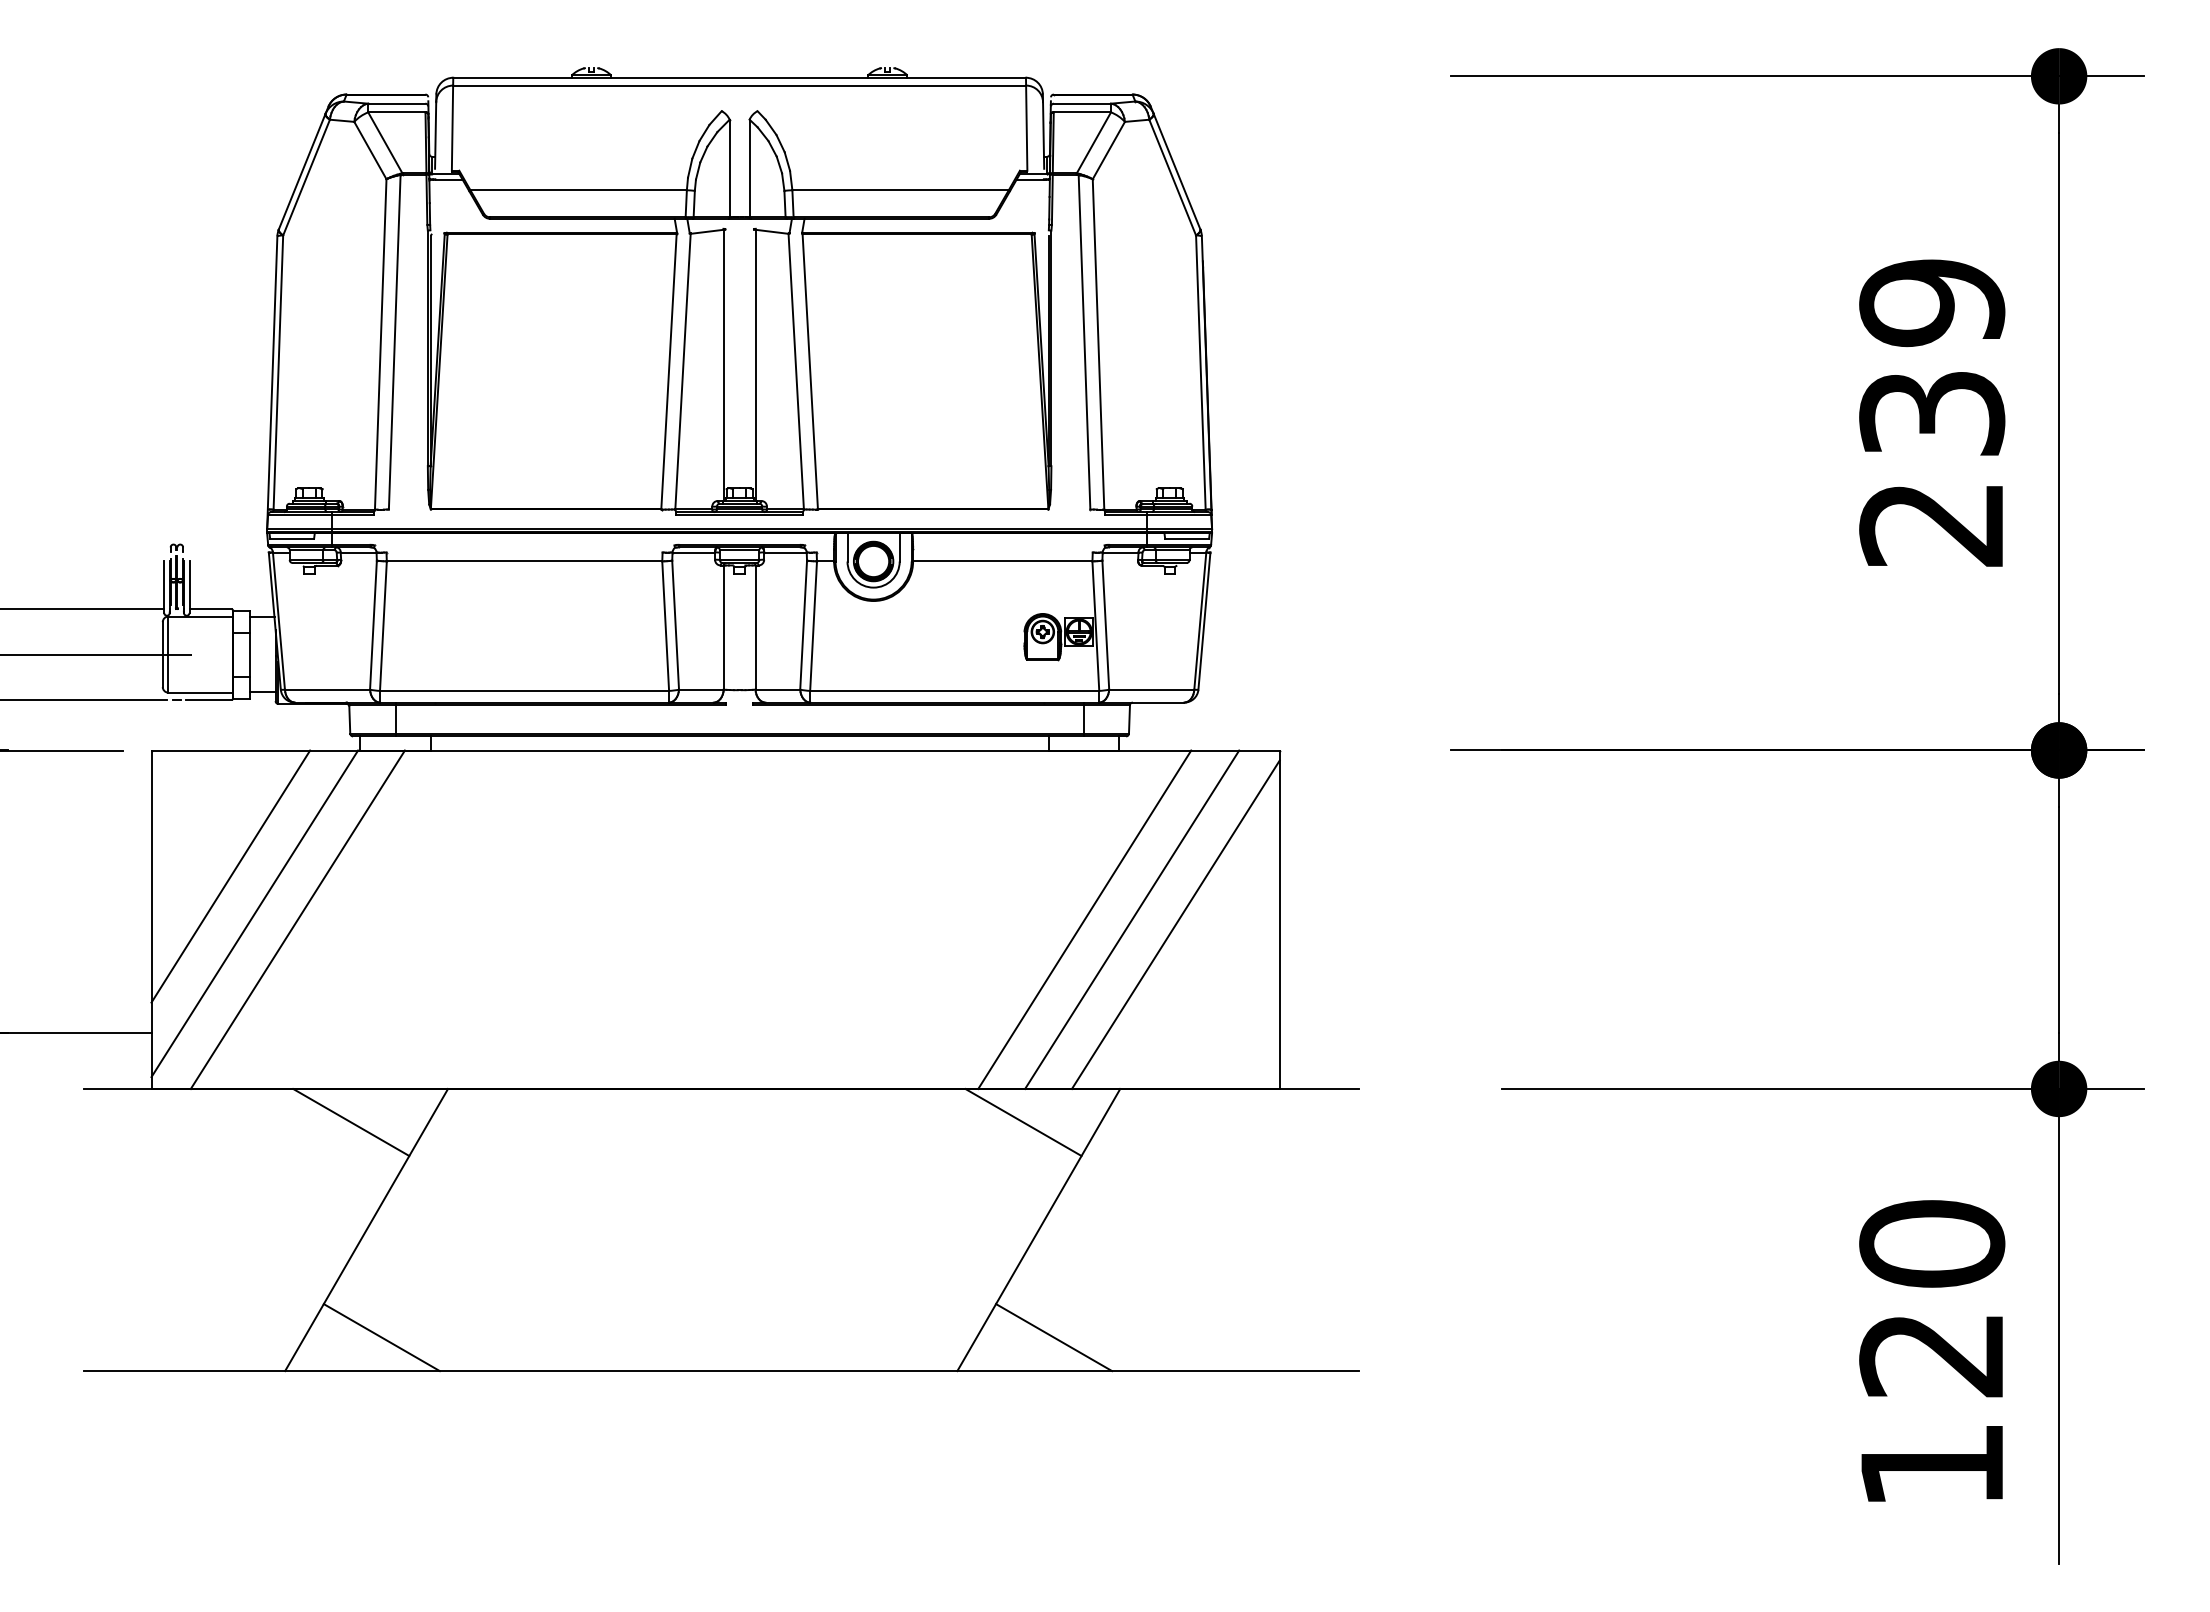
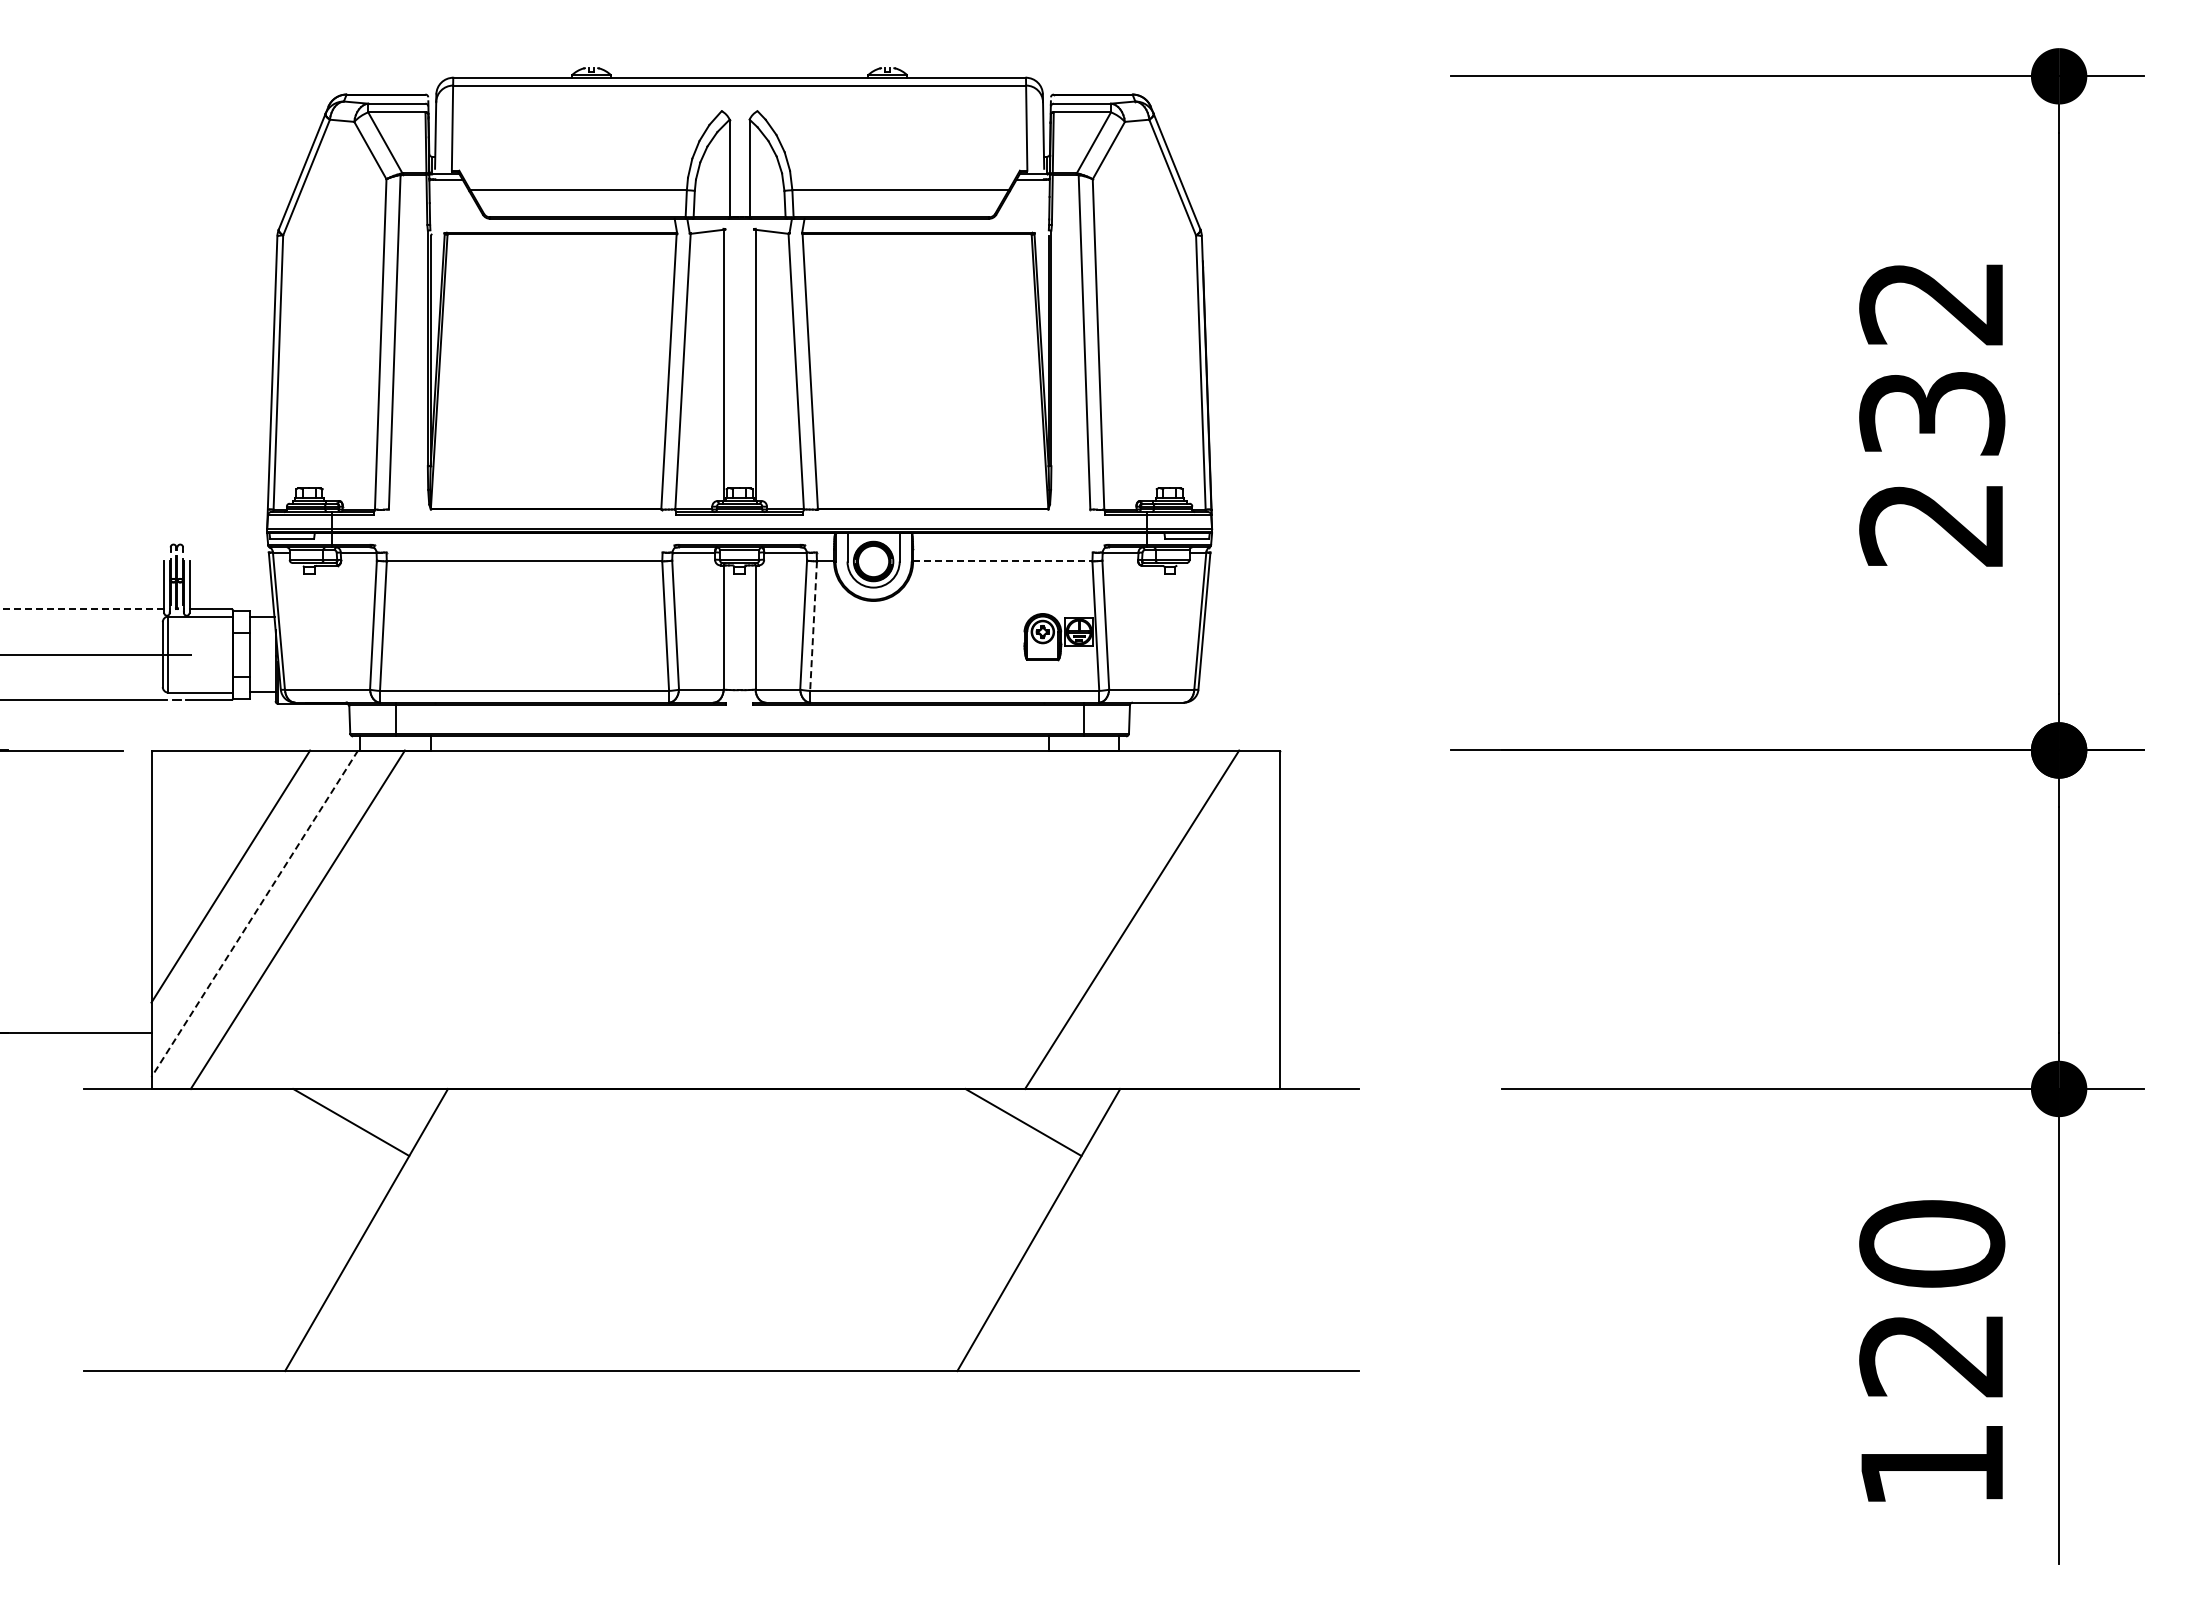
text at (1932, 303): 239 -> 232
line at (1002, 561): solid -> dashed
line at (82, 609): solid -> dashed
line at (813, 626): solid -> dashed
line at (254, 914): solid -> dashed
line at (1084, 919): present -> none
line at (1175, 924): present -> none
line at (381, 1337): present -> none
line at (1054, 1337): present -> none
